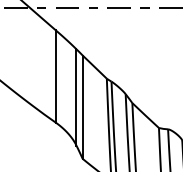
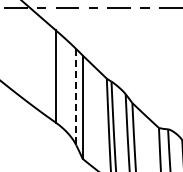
line at (76, 97): solid -> dashed
